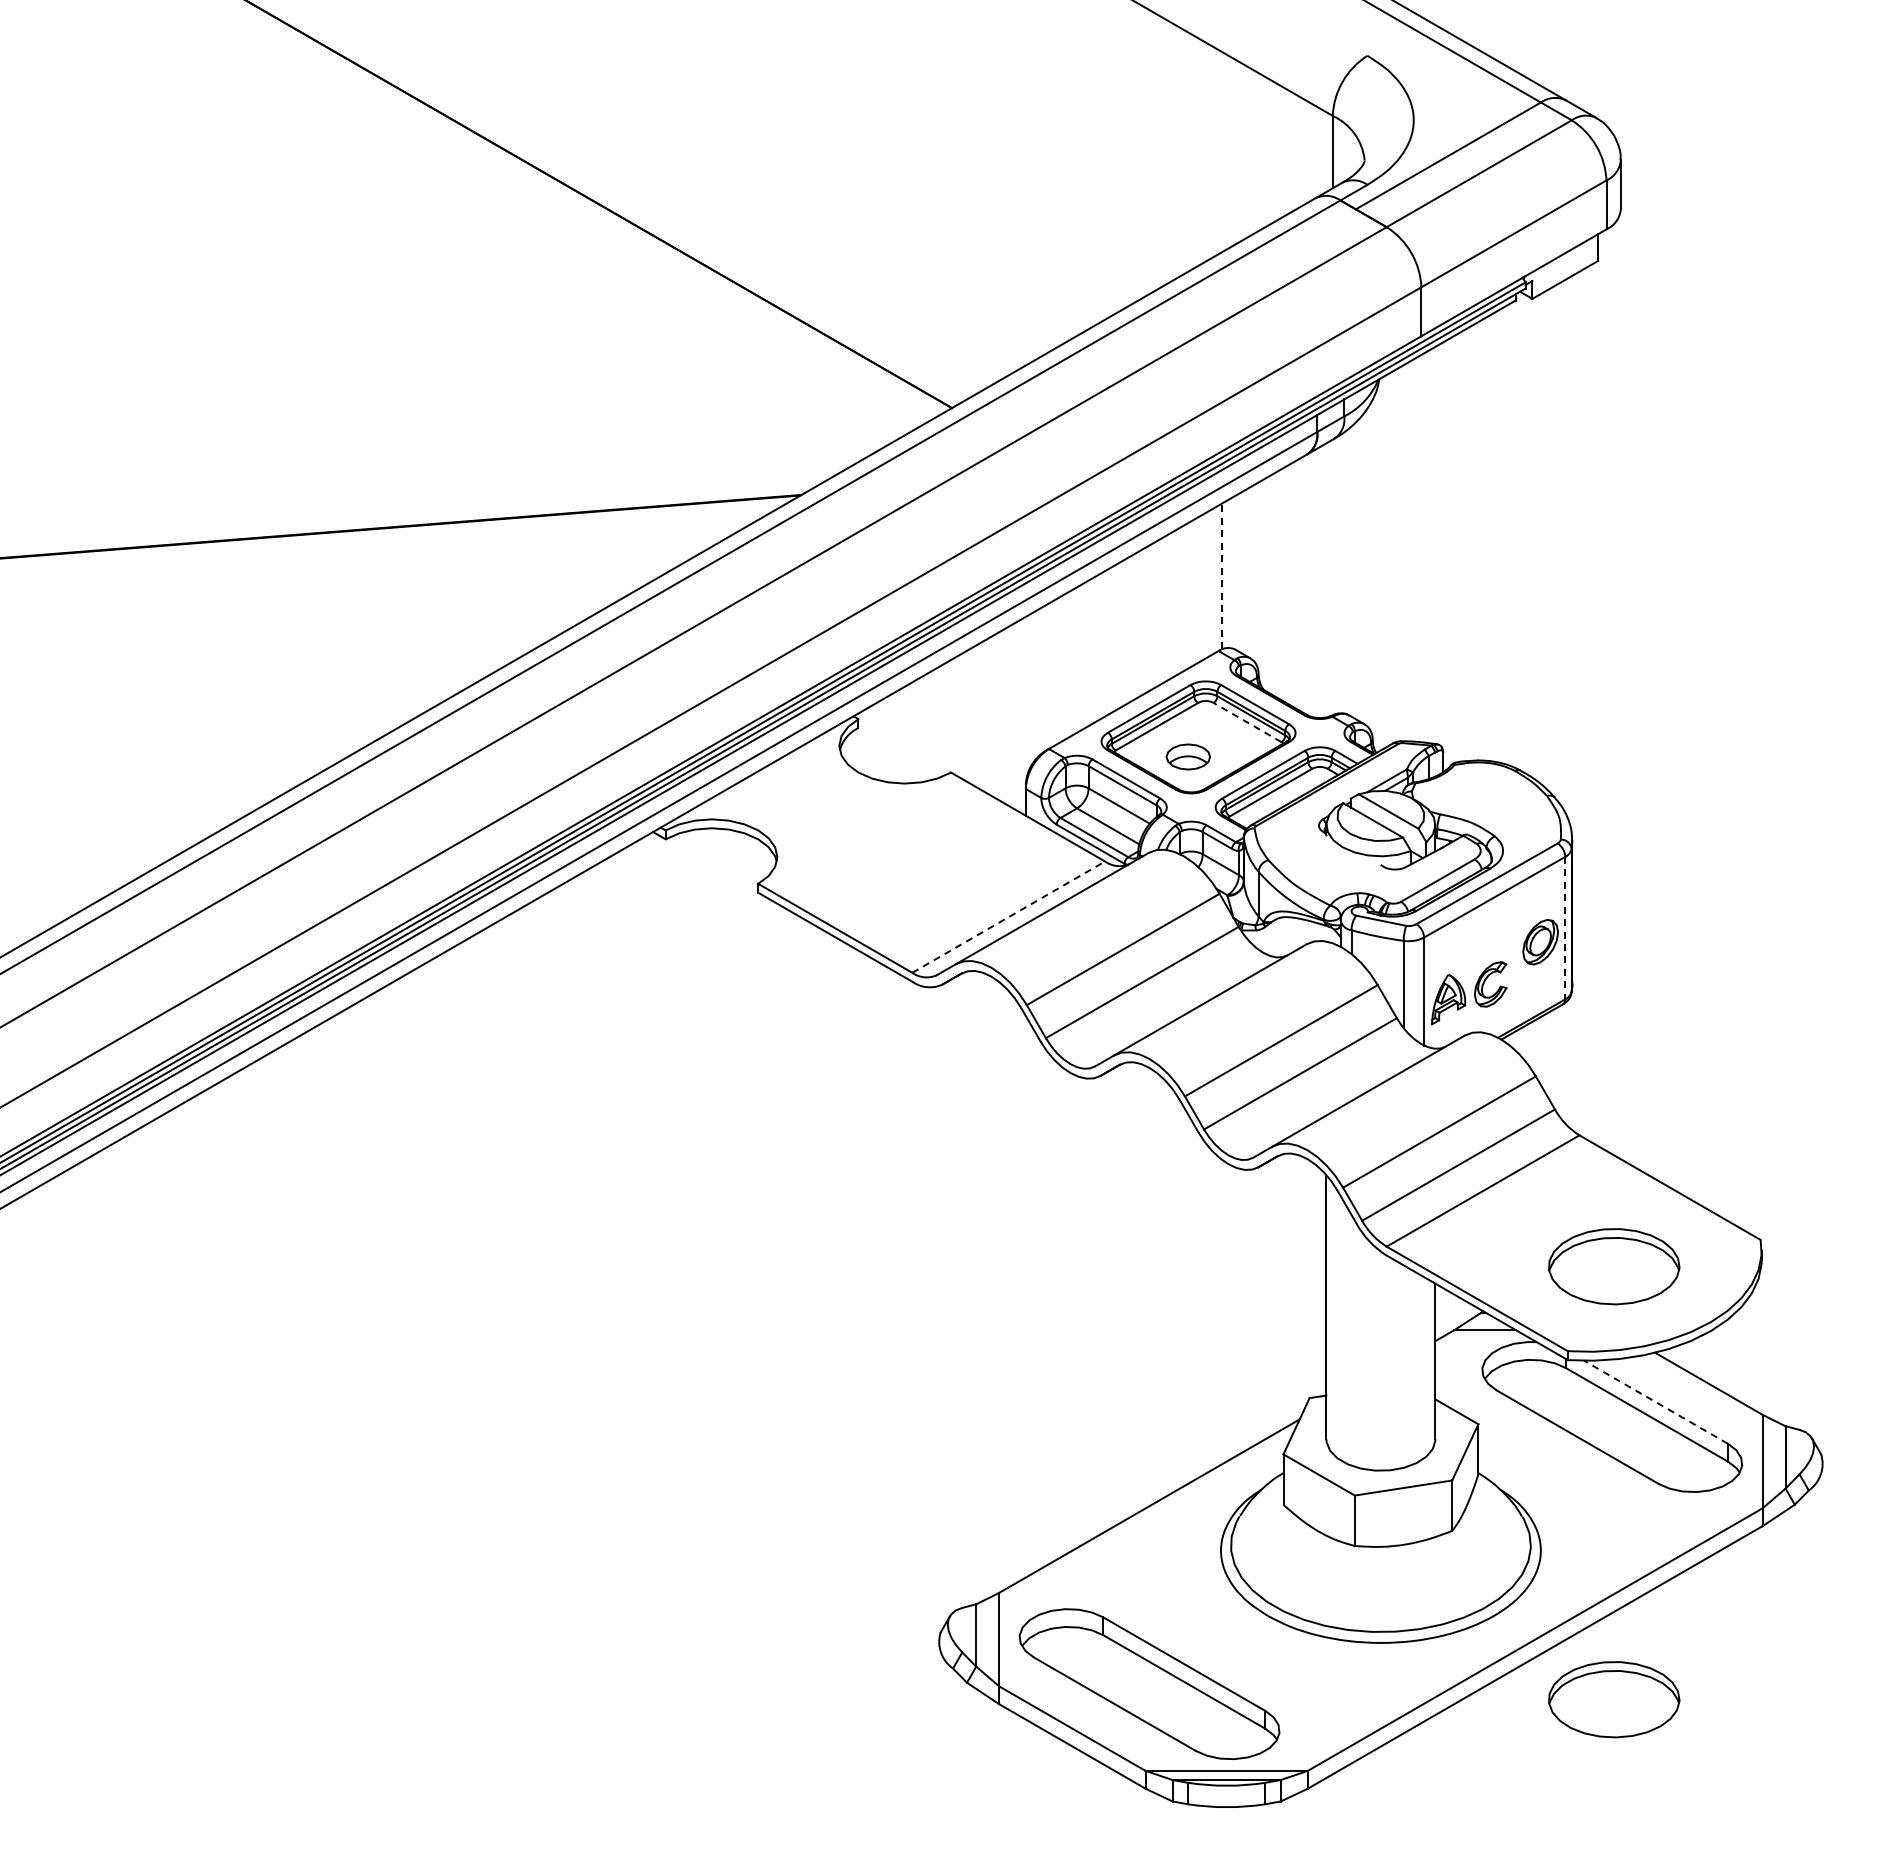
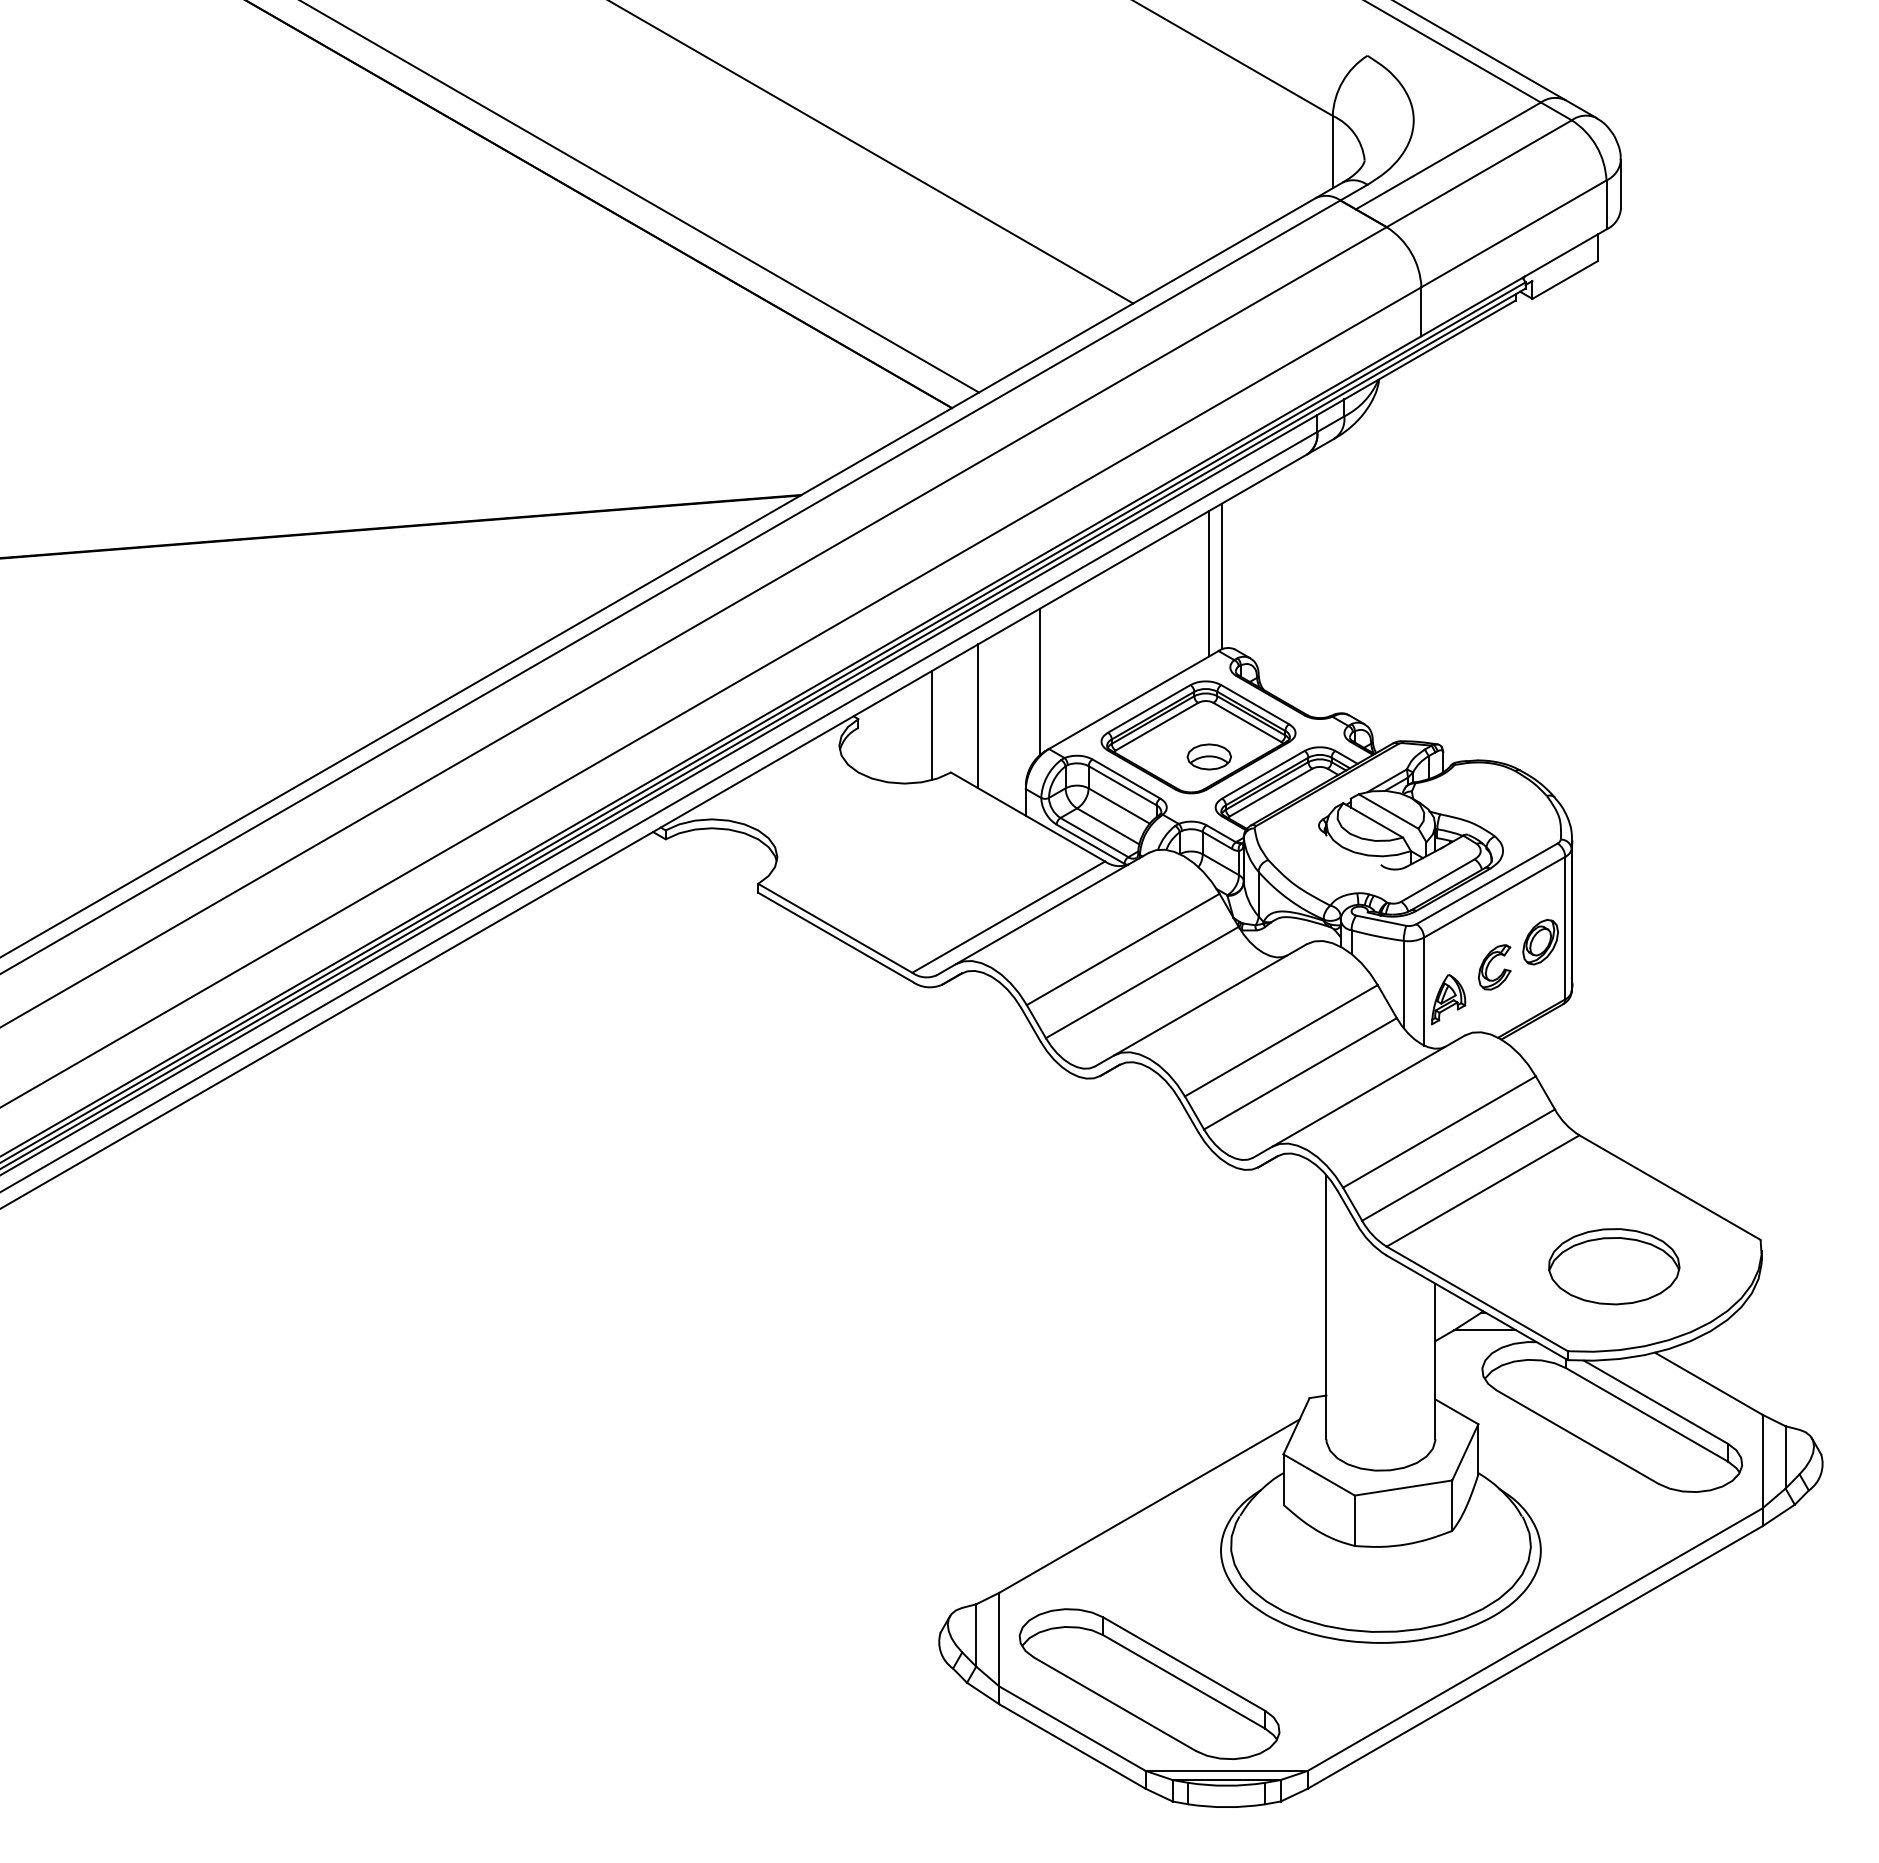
line at (872, 152): none -> present
line at (640, 197): none -> present
line at (1222, 576): dashed -> solid
line at (1209, 583): none -> present
line at (1039, 681): none -> present
line at (978, 716): none -> present
line at (1247, 722): dashed -> solid
line at (931, 725): none -> present
part at (1187, 756) position: (1187, 756) -> (1208, 756)
line at (1009, 916): dashed -> solid
line at (1565, 928): dashed -> solid
part at (1490, 984) position: (1490, 984) -> (1494, 967)
line at (1655, 1402): dashed -> solid
part at (1614, 1699): present -> none
